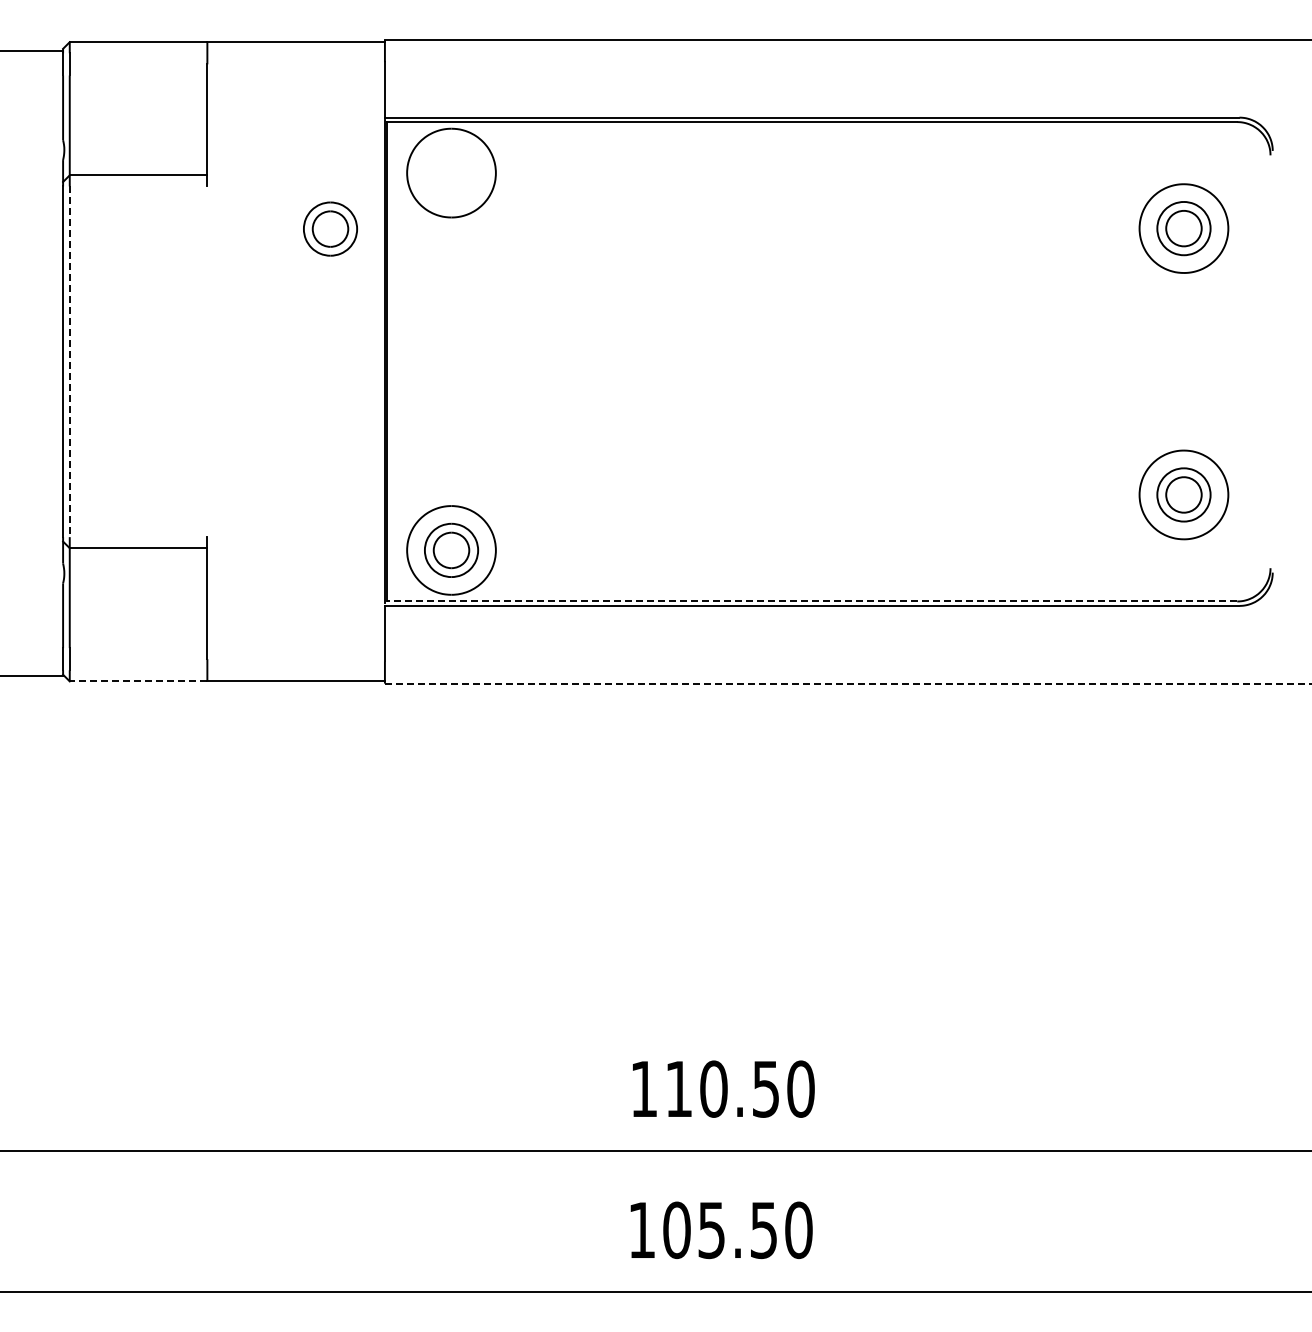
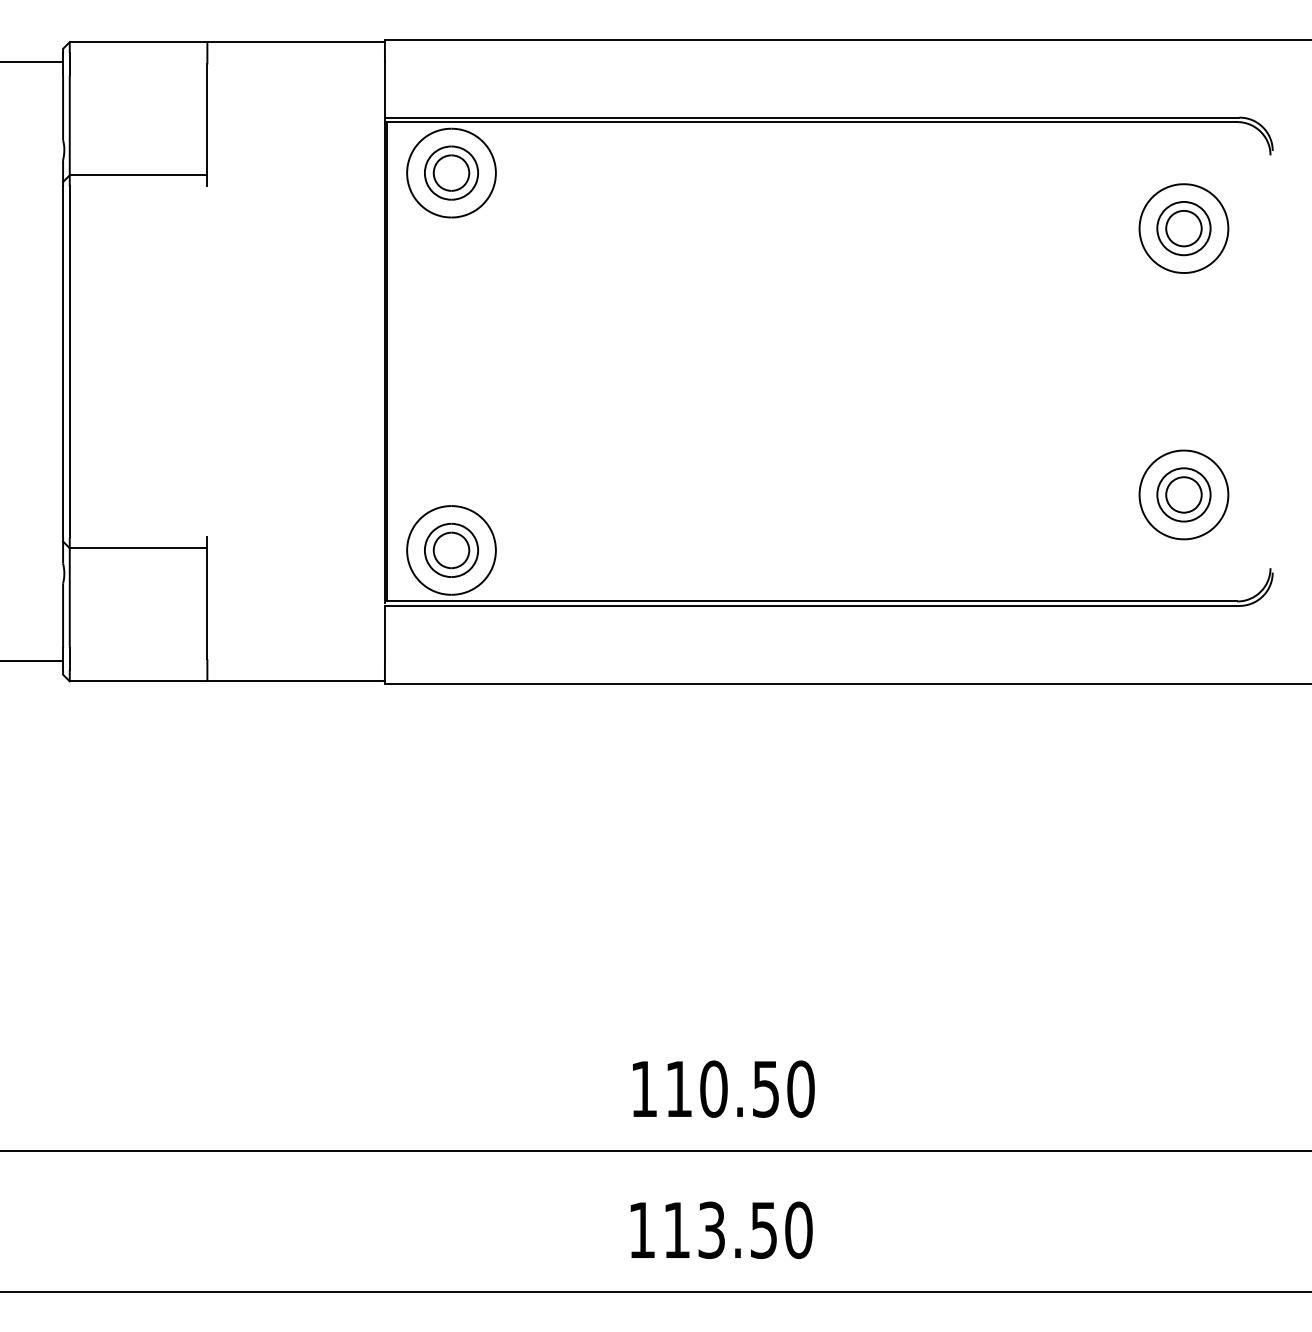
line at (32, 51) position: (32, 51) -> (32, 62)
part at (330, 228) position: (330, 228) -> (451, 172)
line at (69, 362): dashed -> solid
line at (811, 601): dashed -> solid
line at (32, 676) position: (32, 676) -> (32, 661)
line at (138, 681): dashed -> solid
line at (848, 683): dashed -> solid
text at (693, 1230): 105.50 -> 113.50
